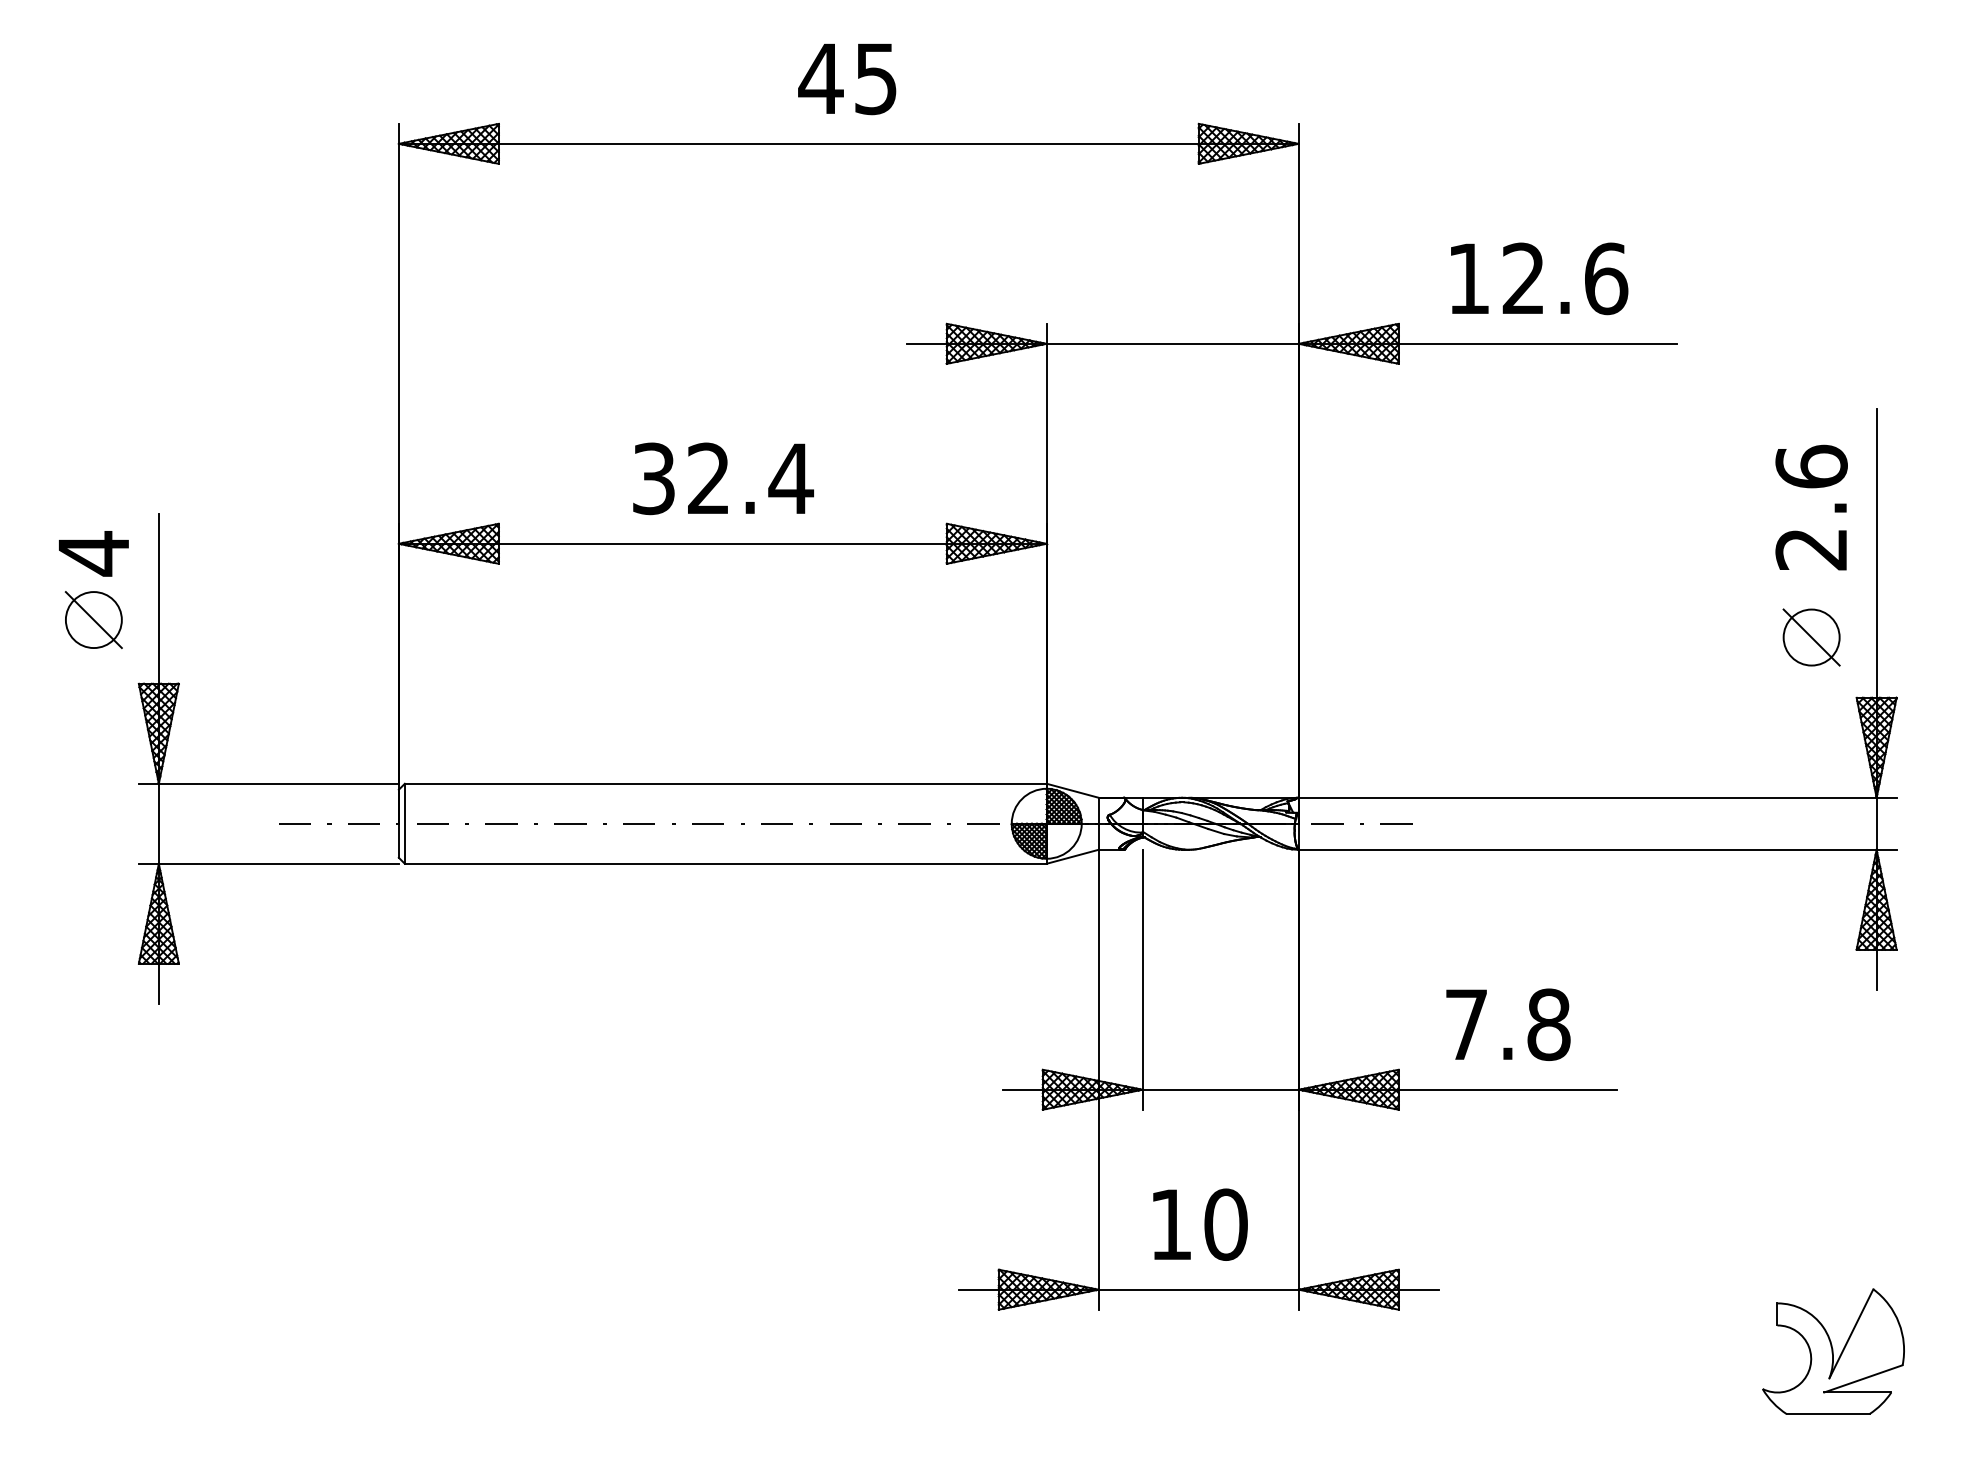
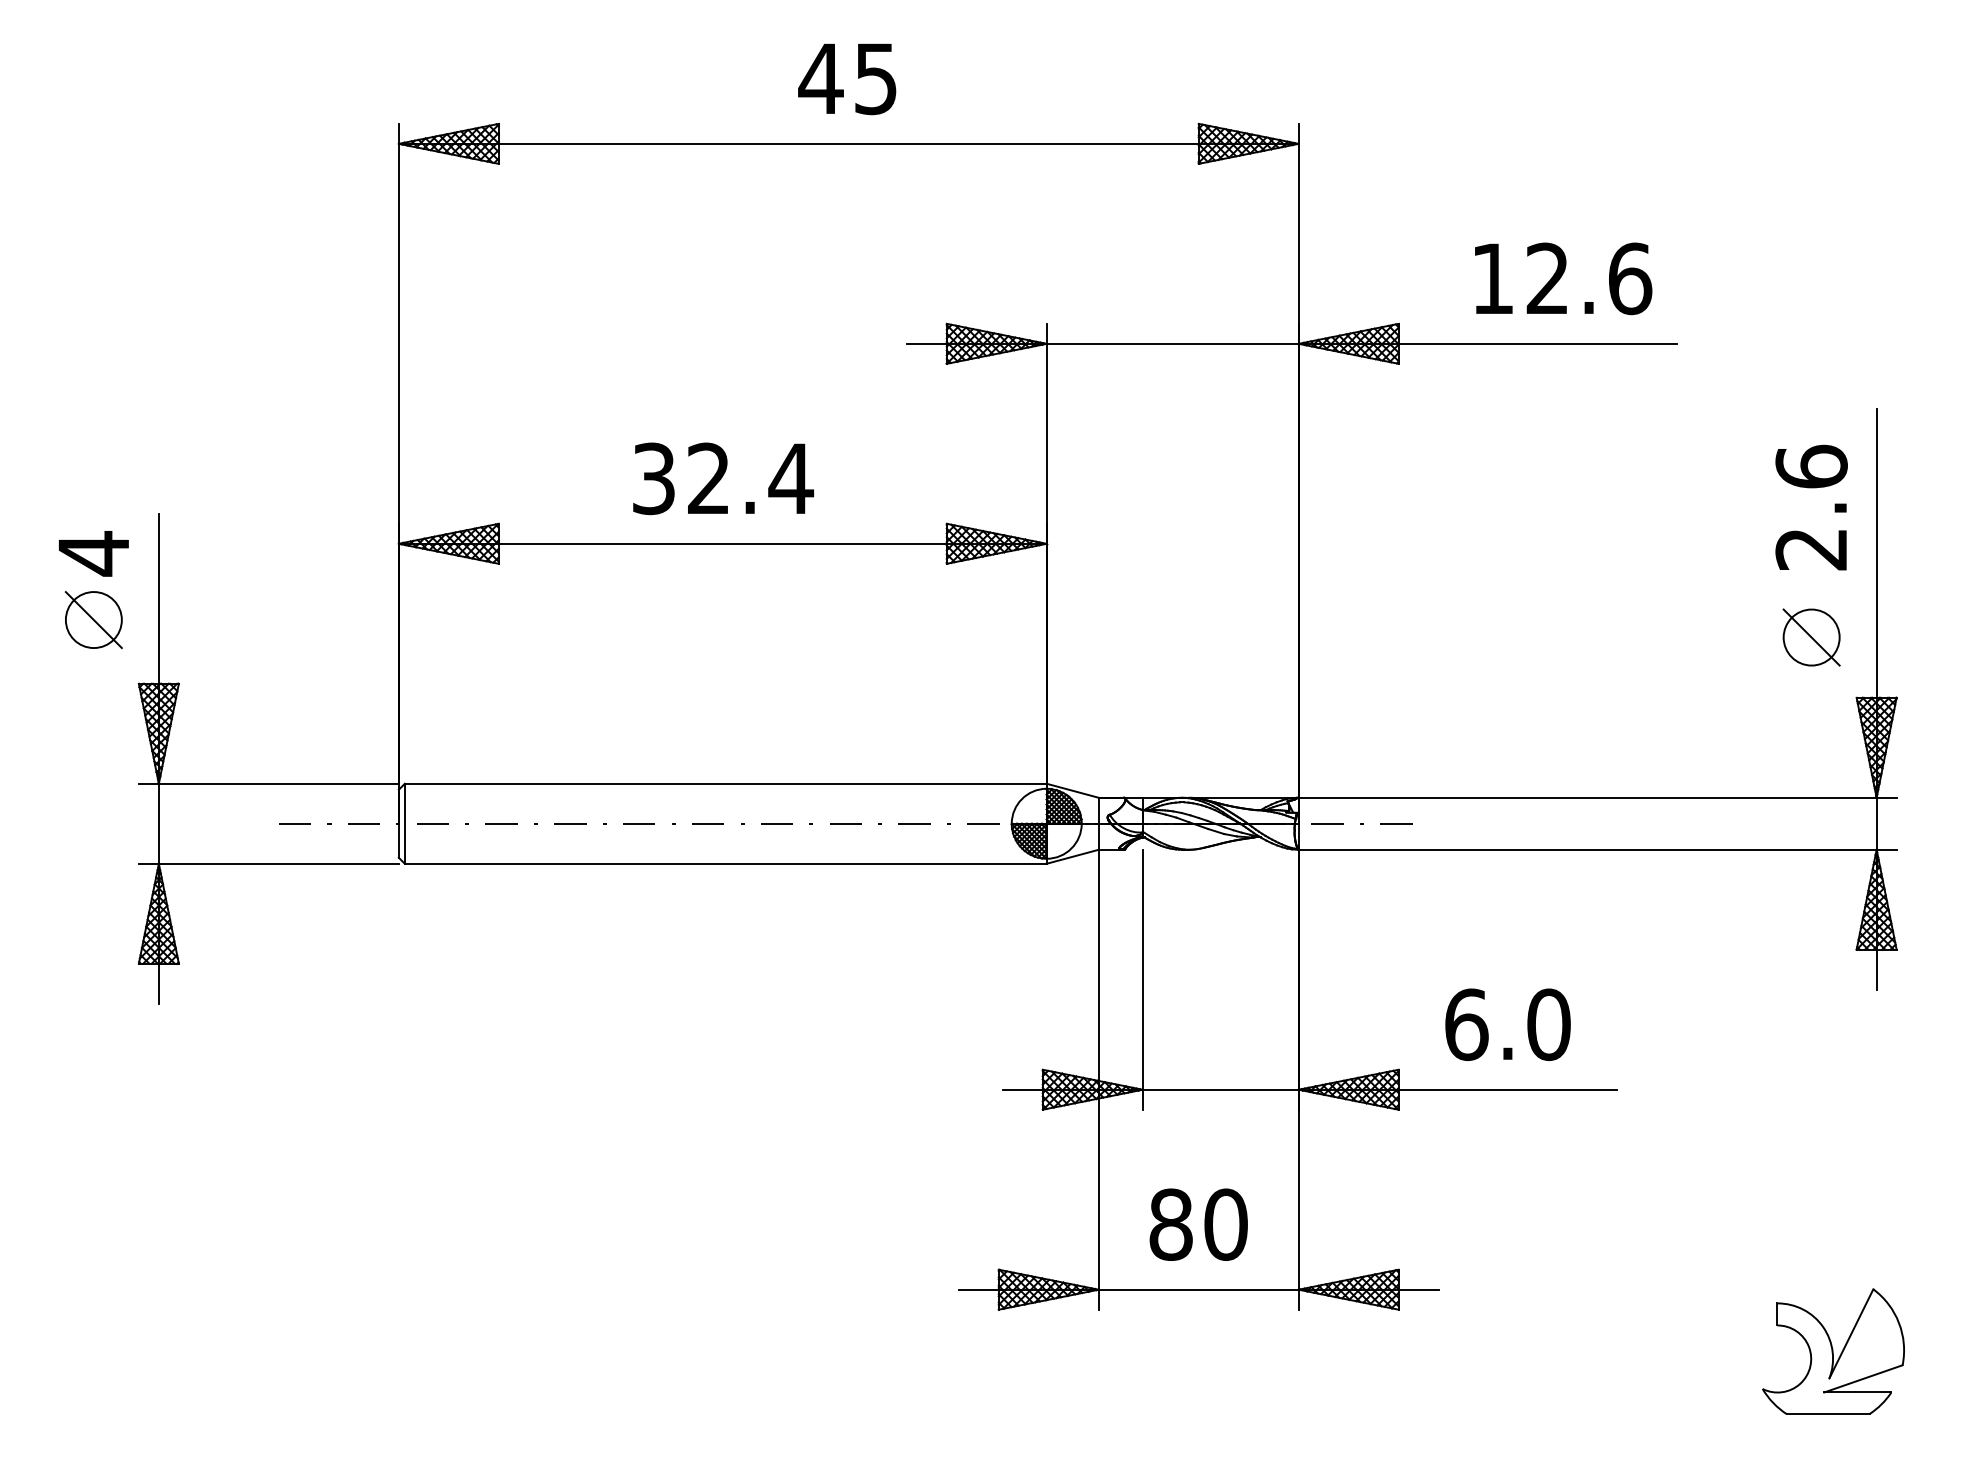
text at (1539, 278) position: (1539, 278) -> (1563, 278)
text at (1507, 1024): 7.8 -> 6.0
text at (1170, 1224): 10 -> 80
